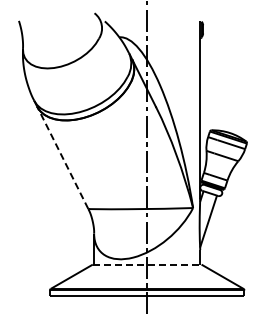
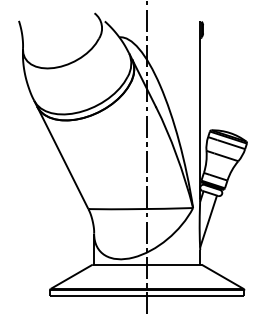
line at (62, 157): dashed -> solid
line at (147, 264): dashed -> solid
